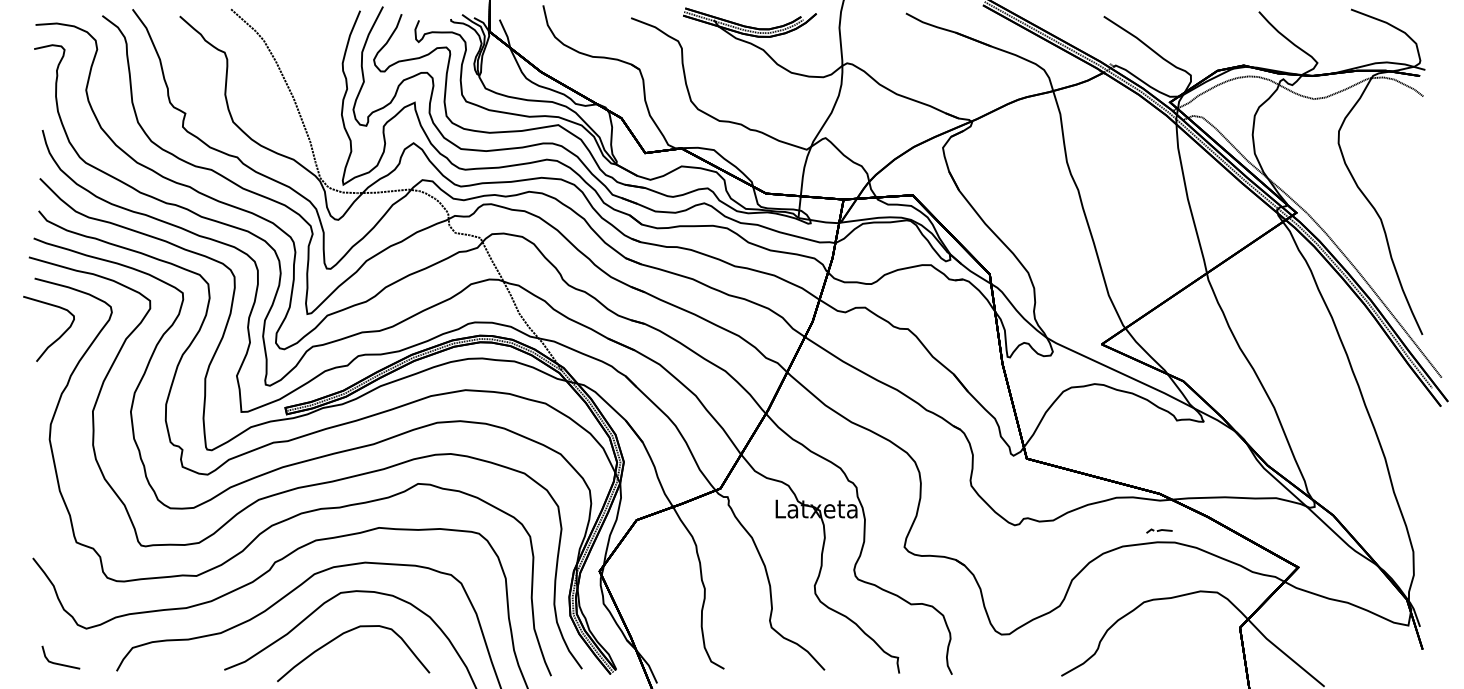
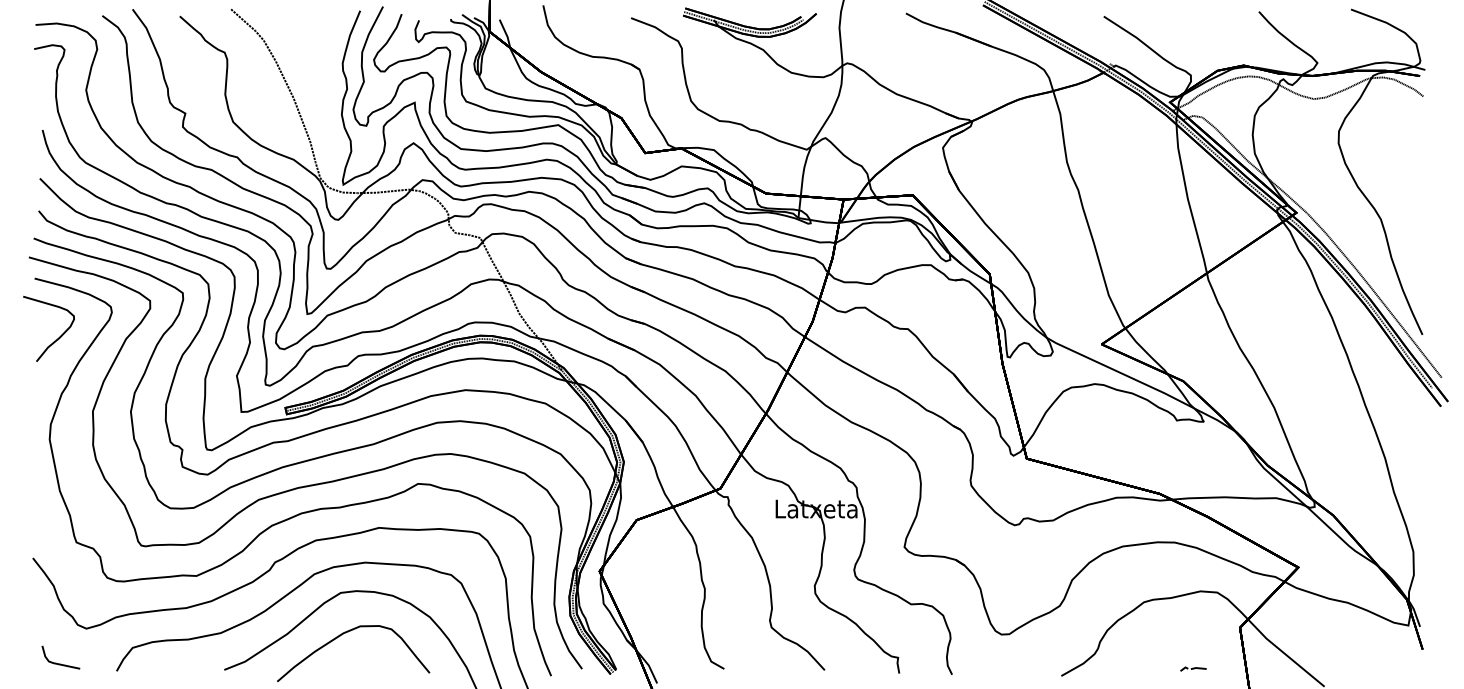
part at (1159, 530) position: (1159, 530) -> (1193, 668)
